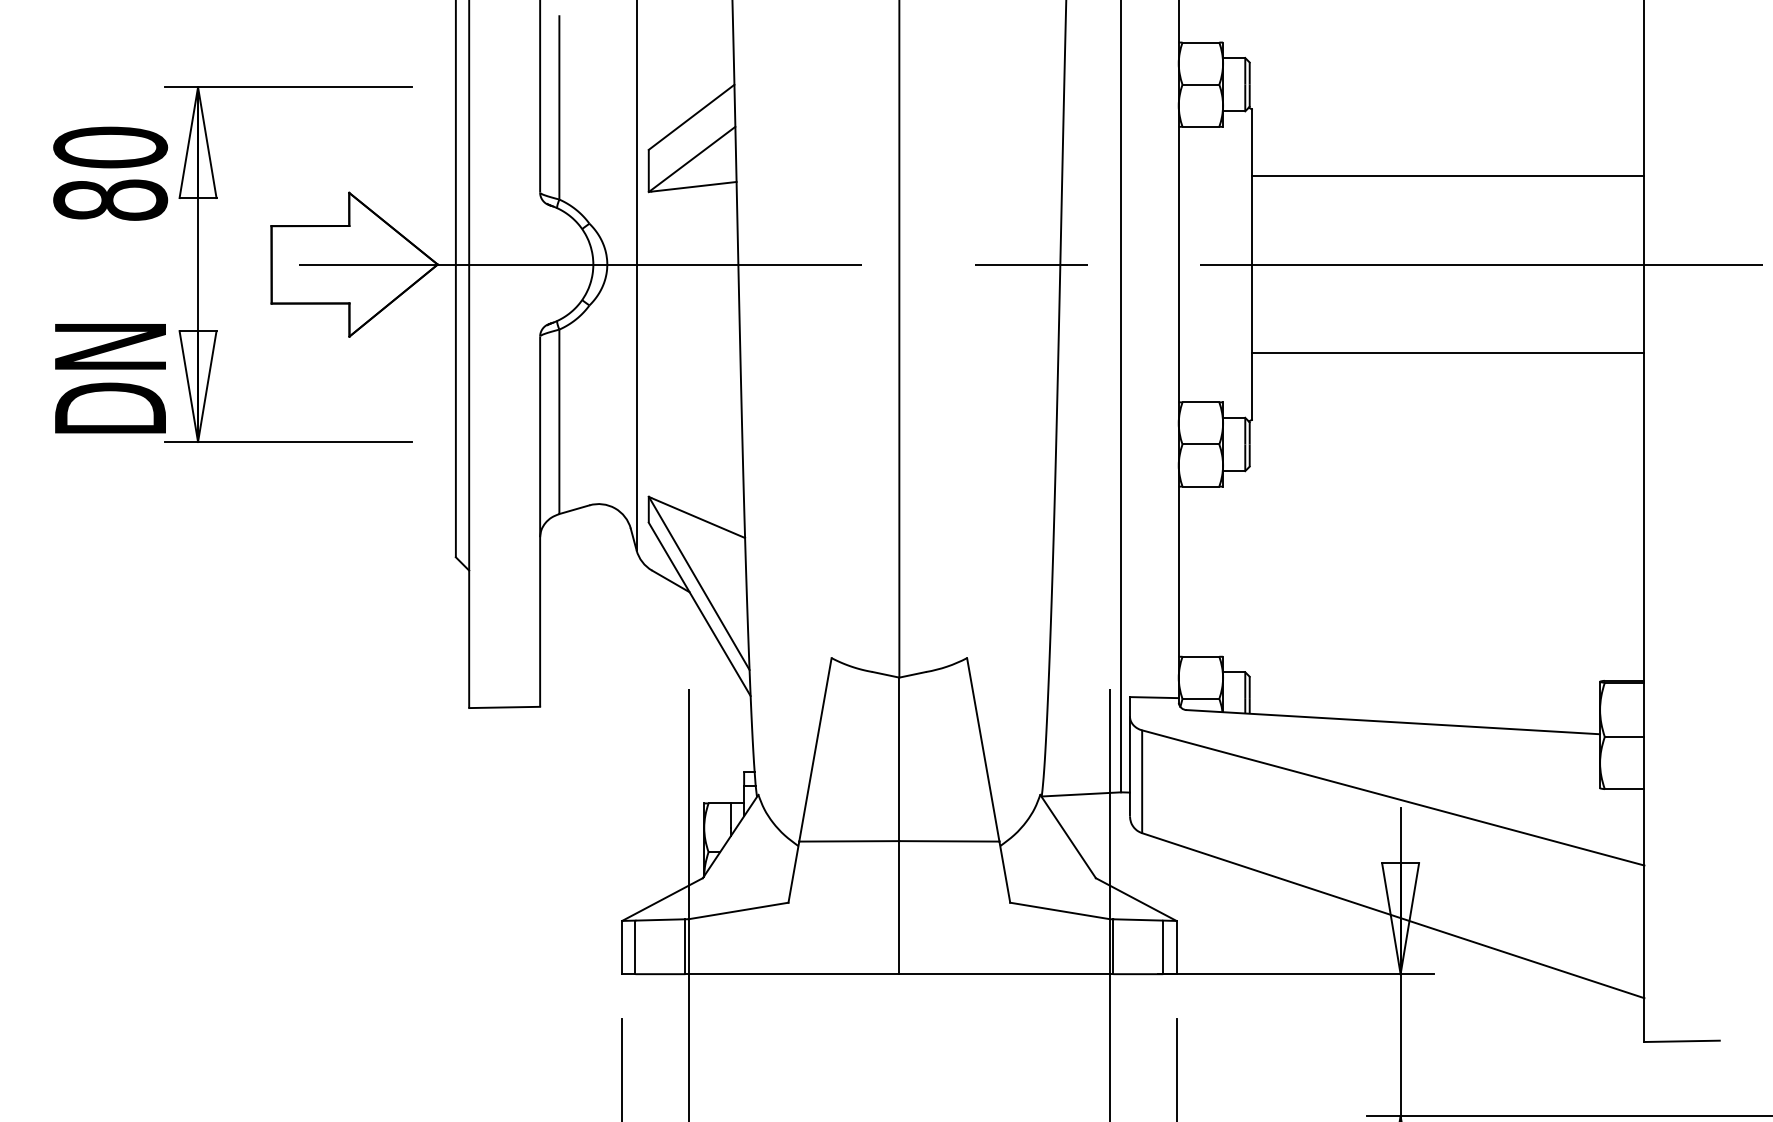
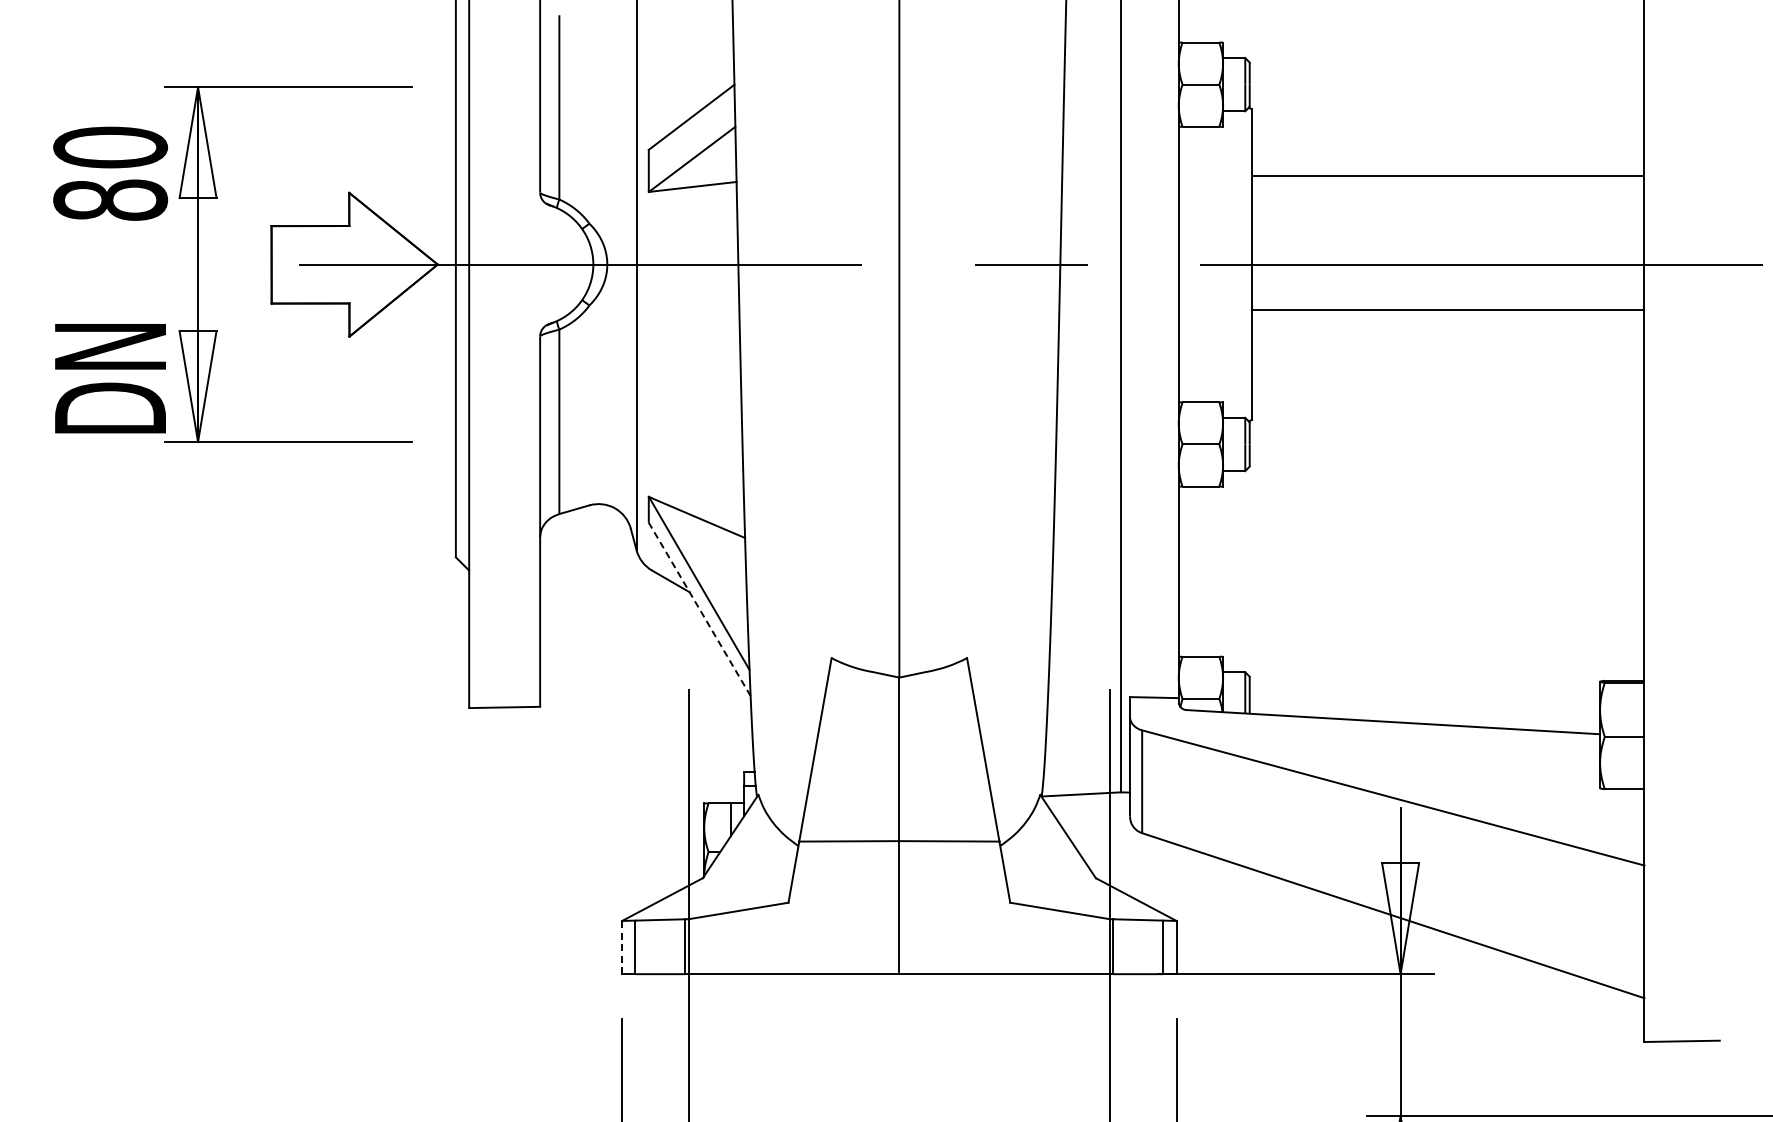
line at (1447, 353) position: (1447, 353) -> (1447, 310)
line at (699, 609): solid -> dashed
line at (622, 947): solid -> dashed
